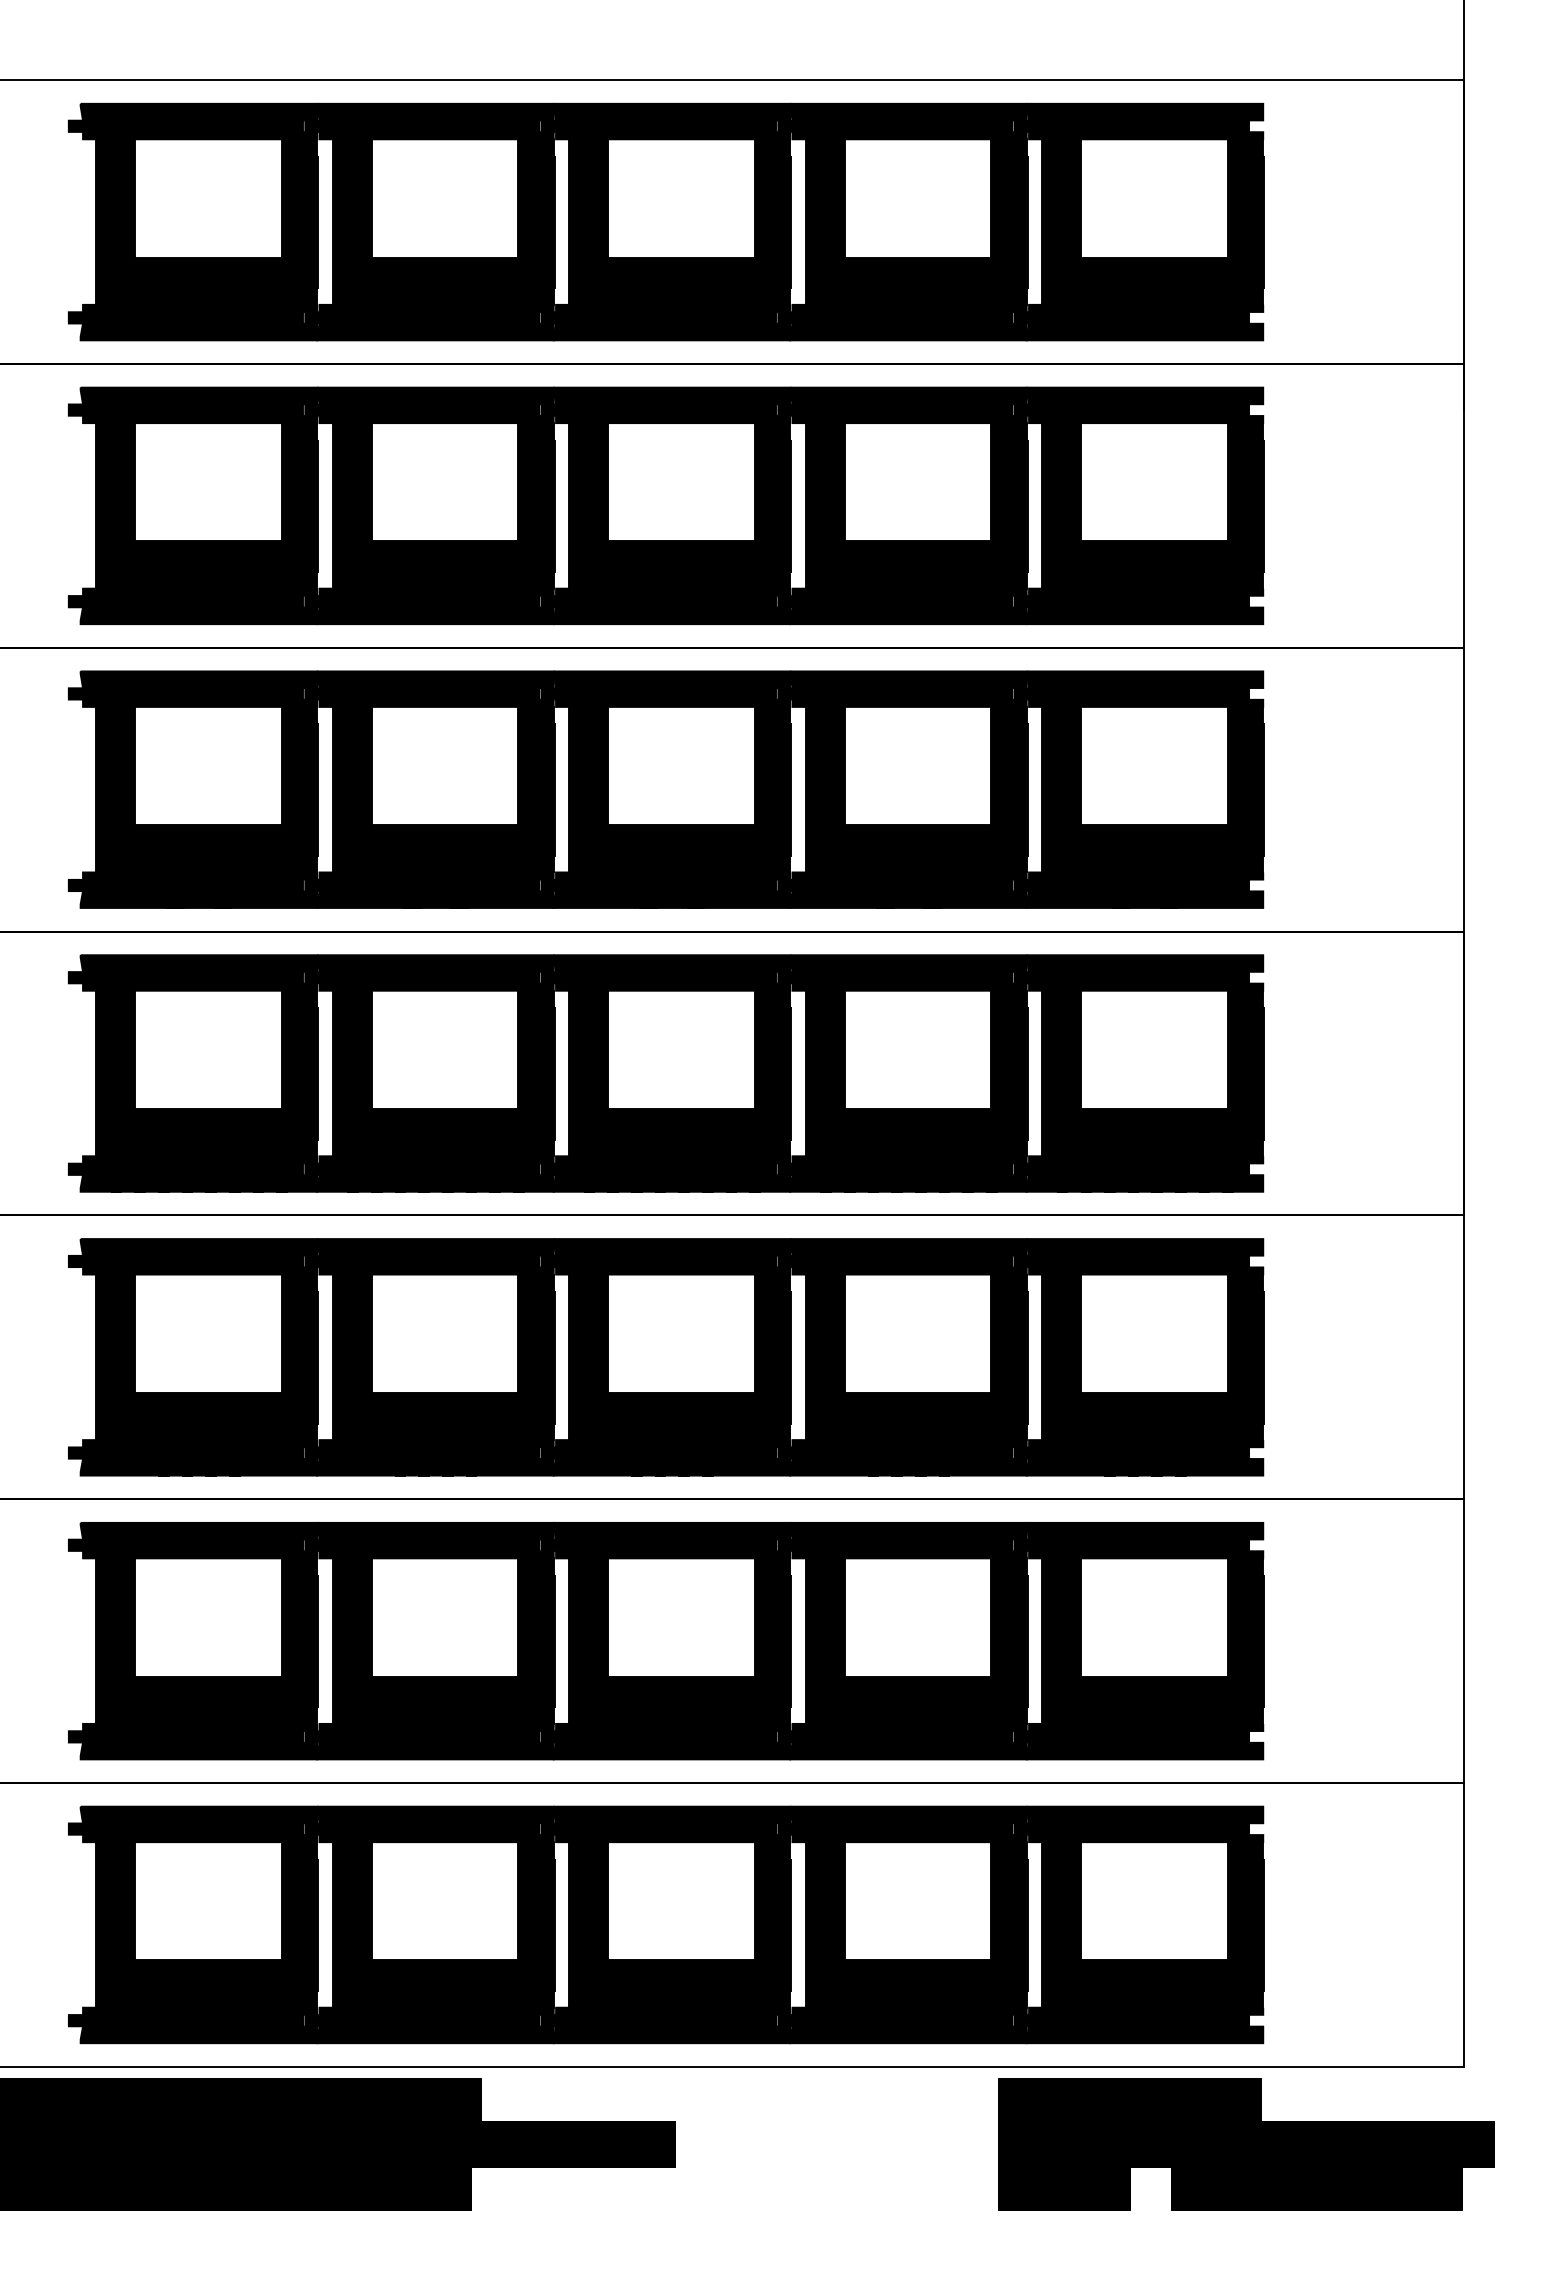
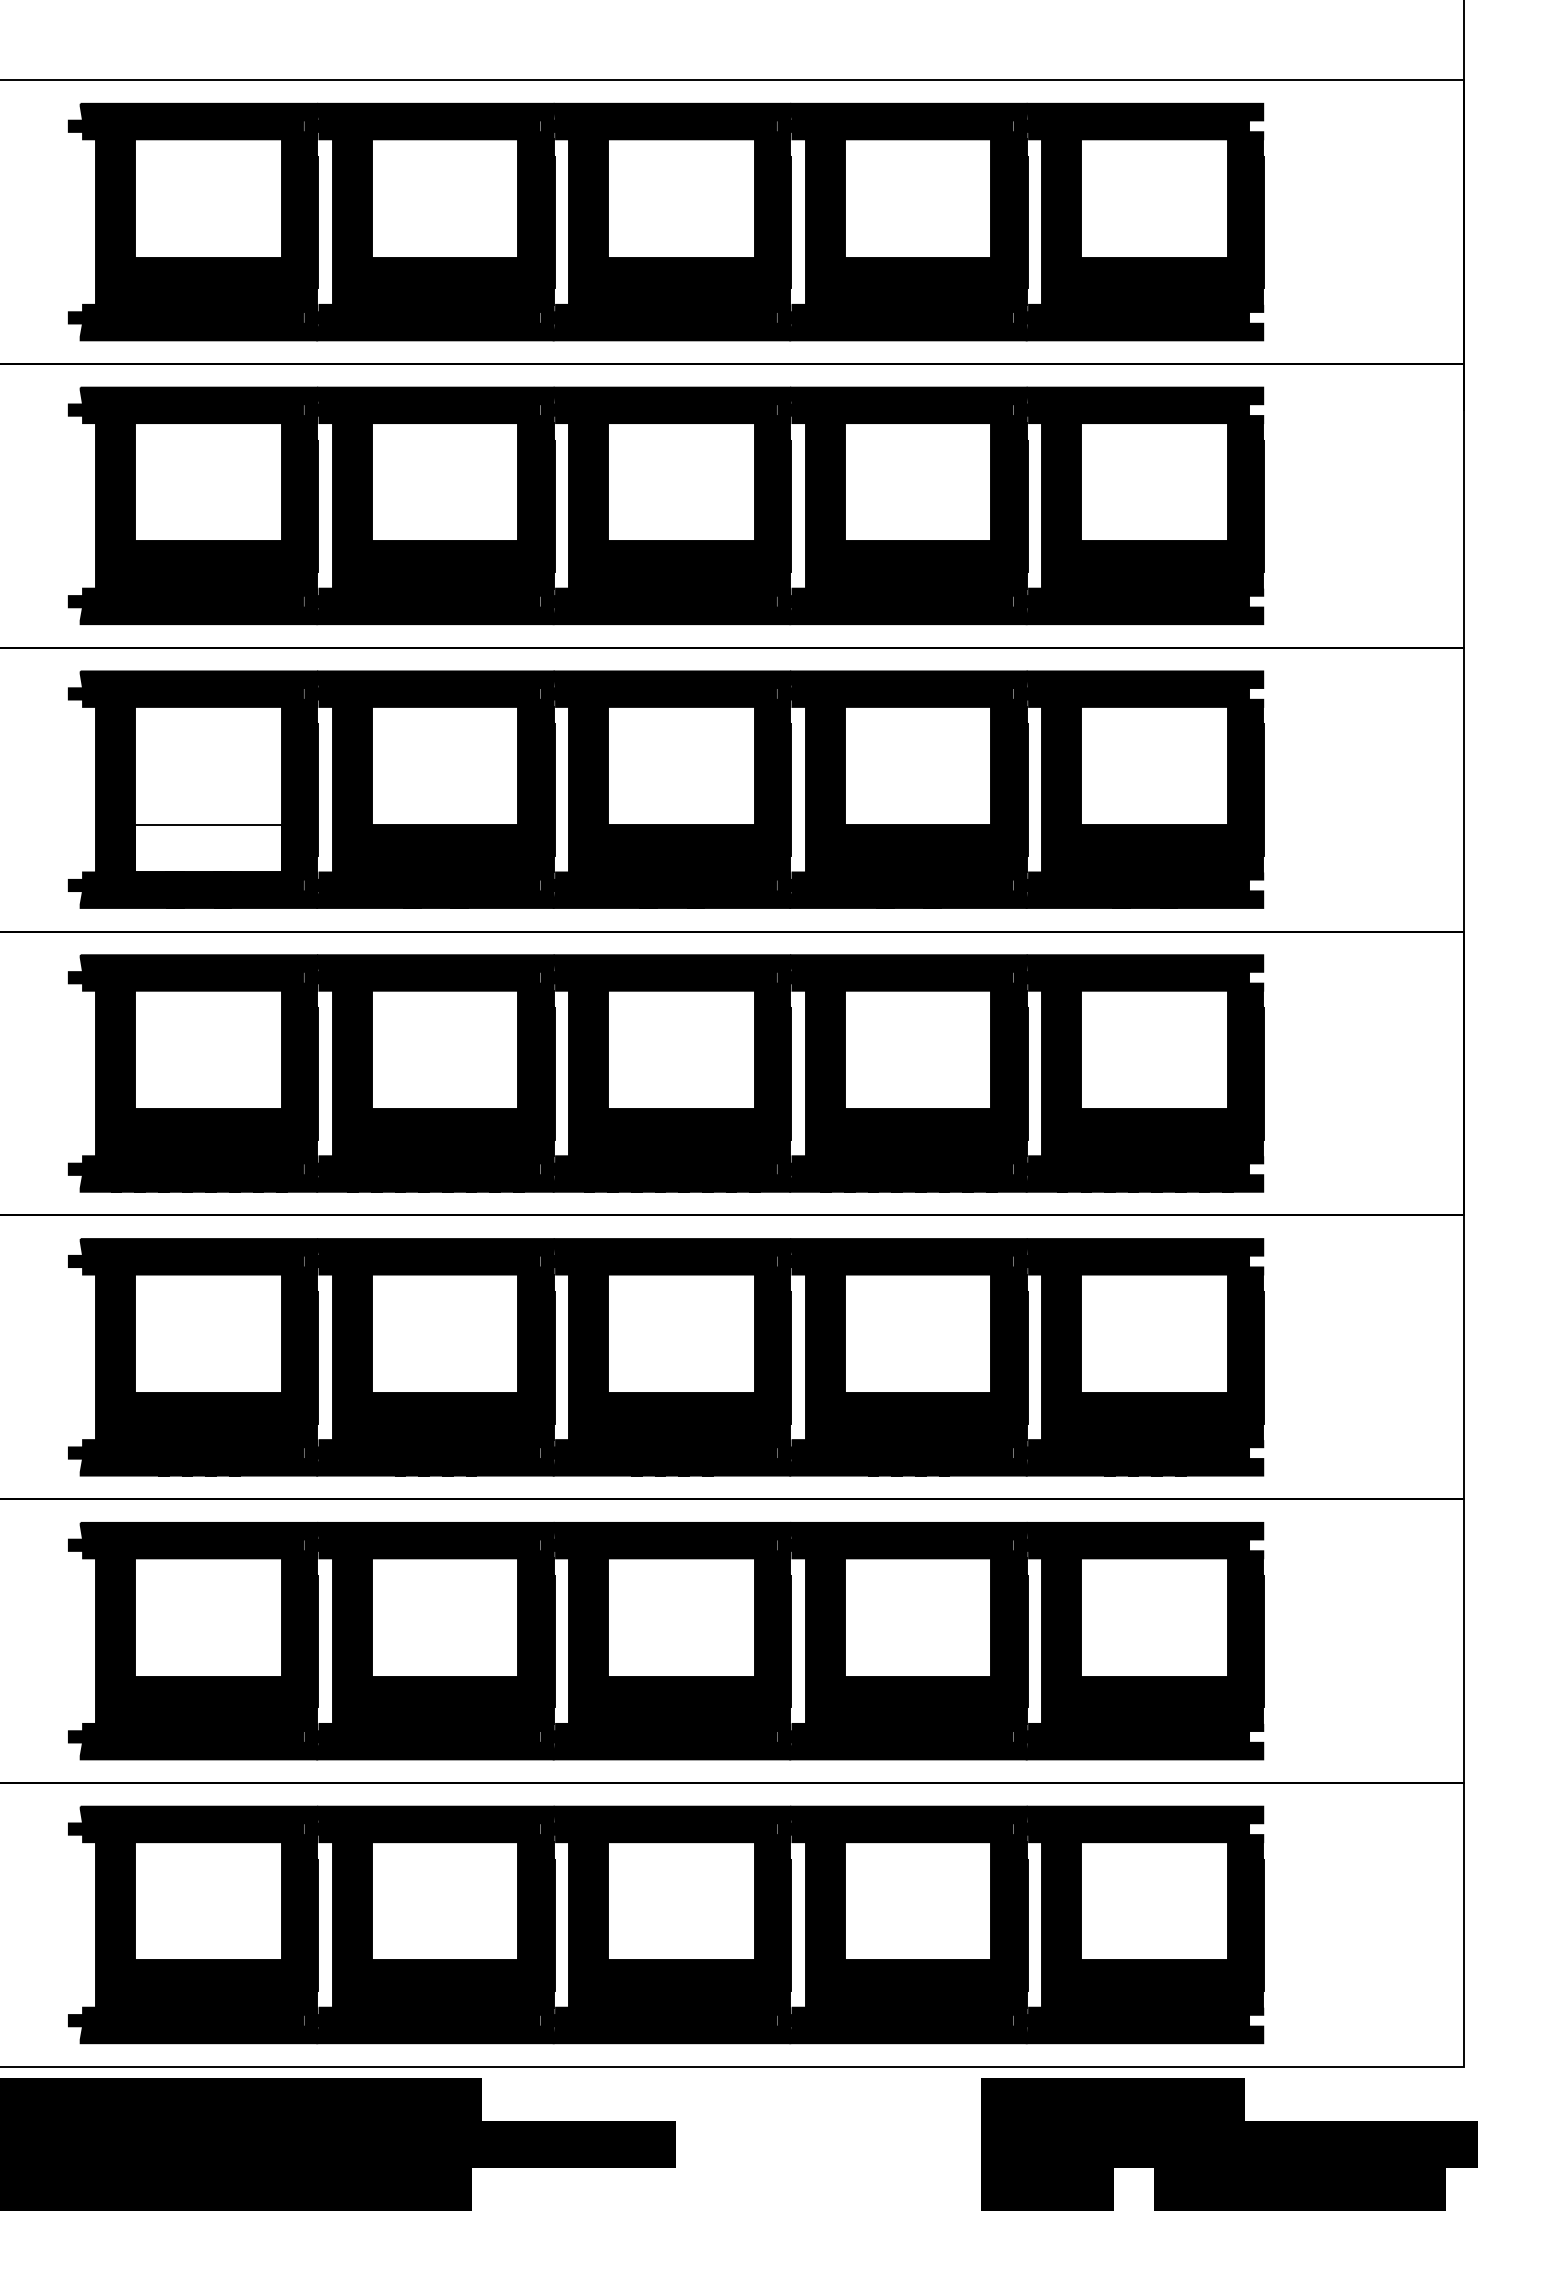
fill at (208, 848): present -> none
text at (1246, 2144) position: (1246, 2144) -> (1229, 2144)
